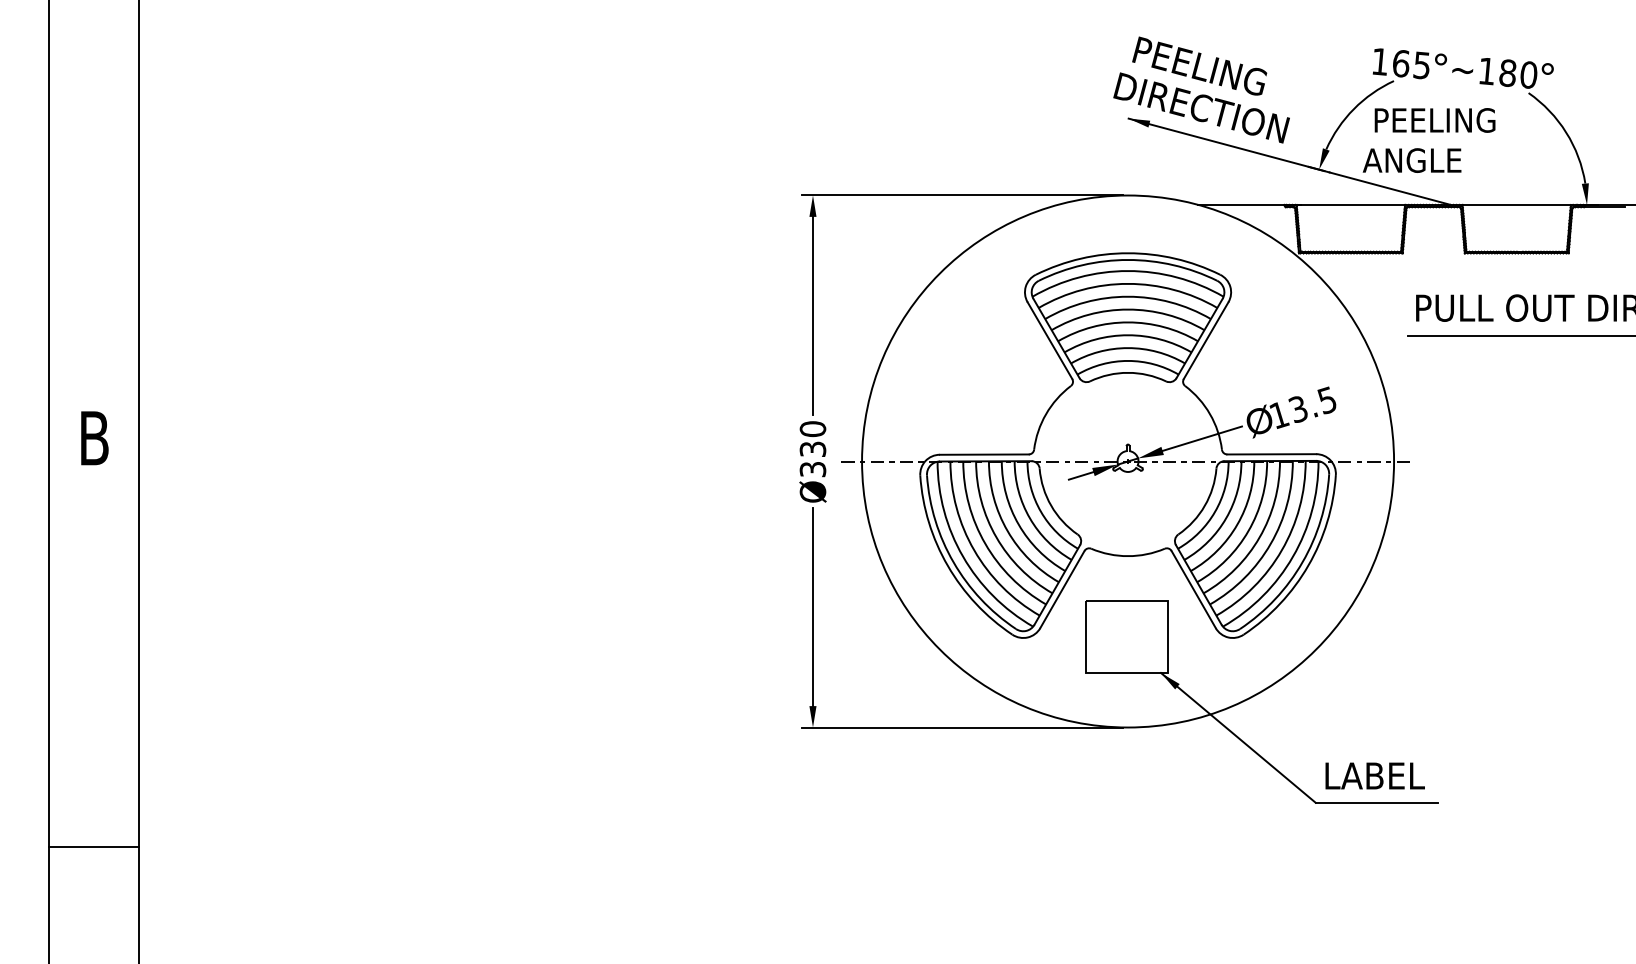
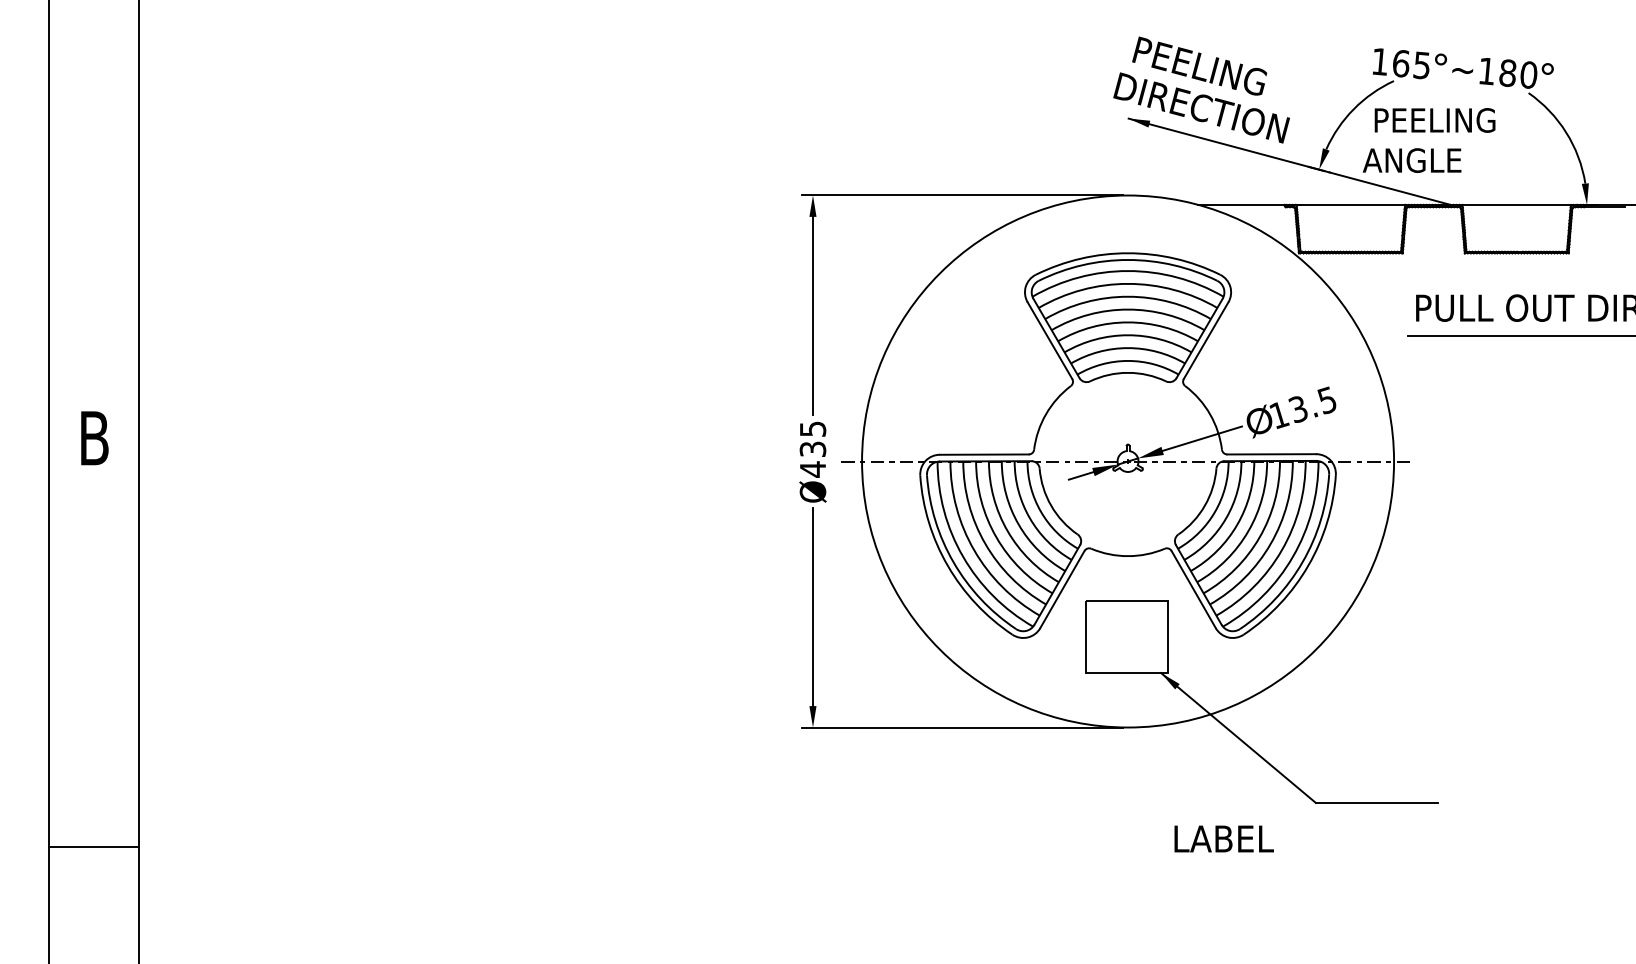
text at (812, 449): Ø330 -> Ø435
text at (1374, 775) position: (1374, 775) -> (1223, 838)
